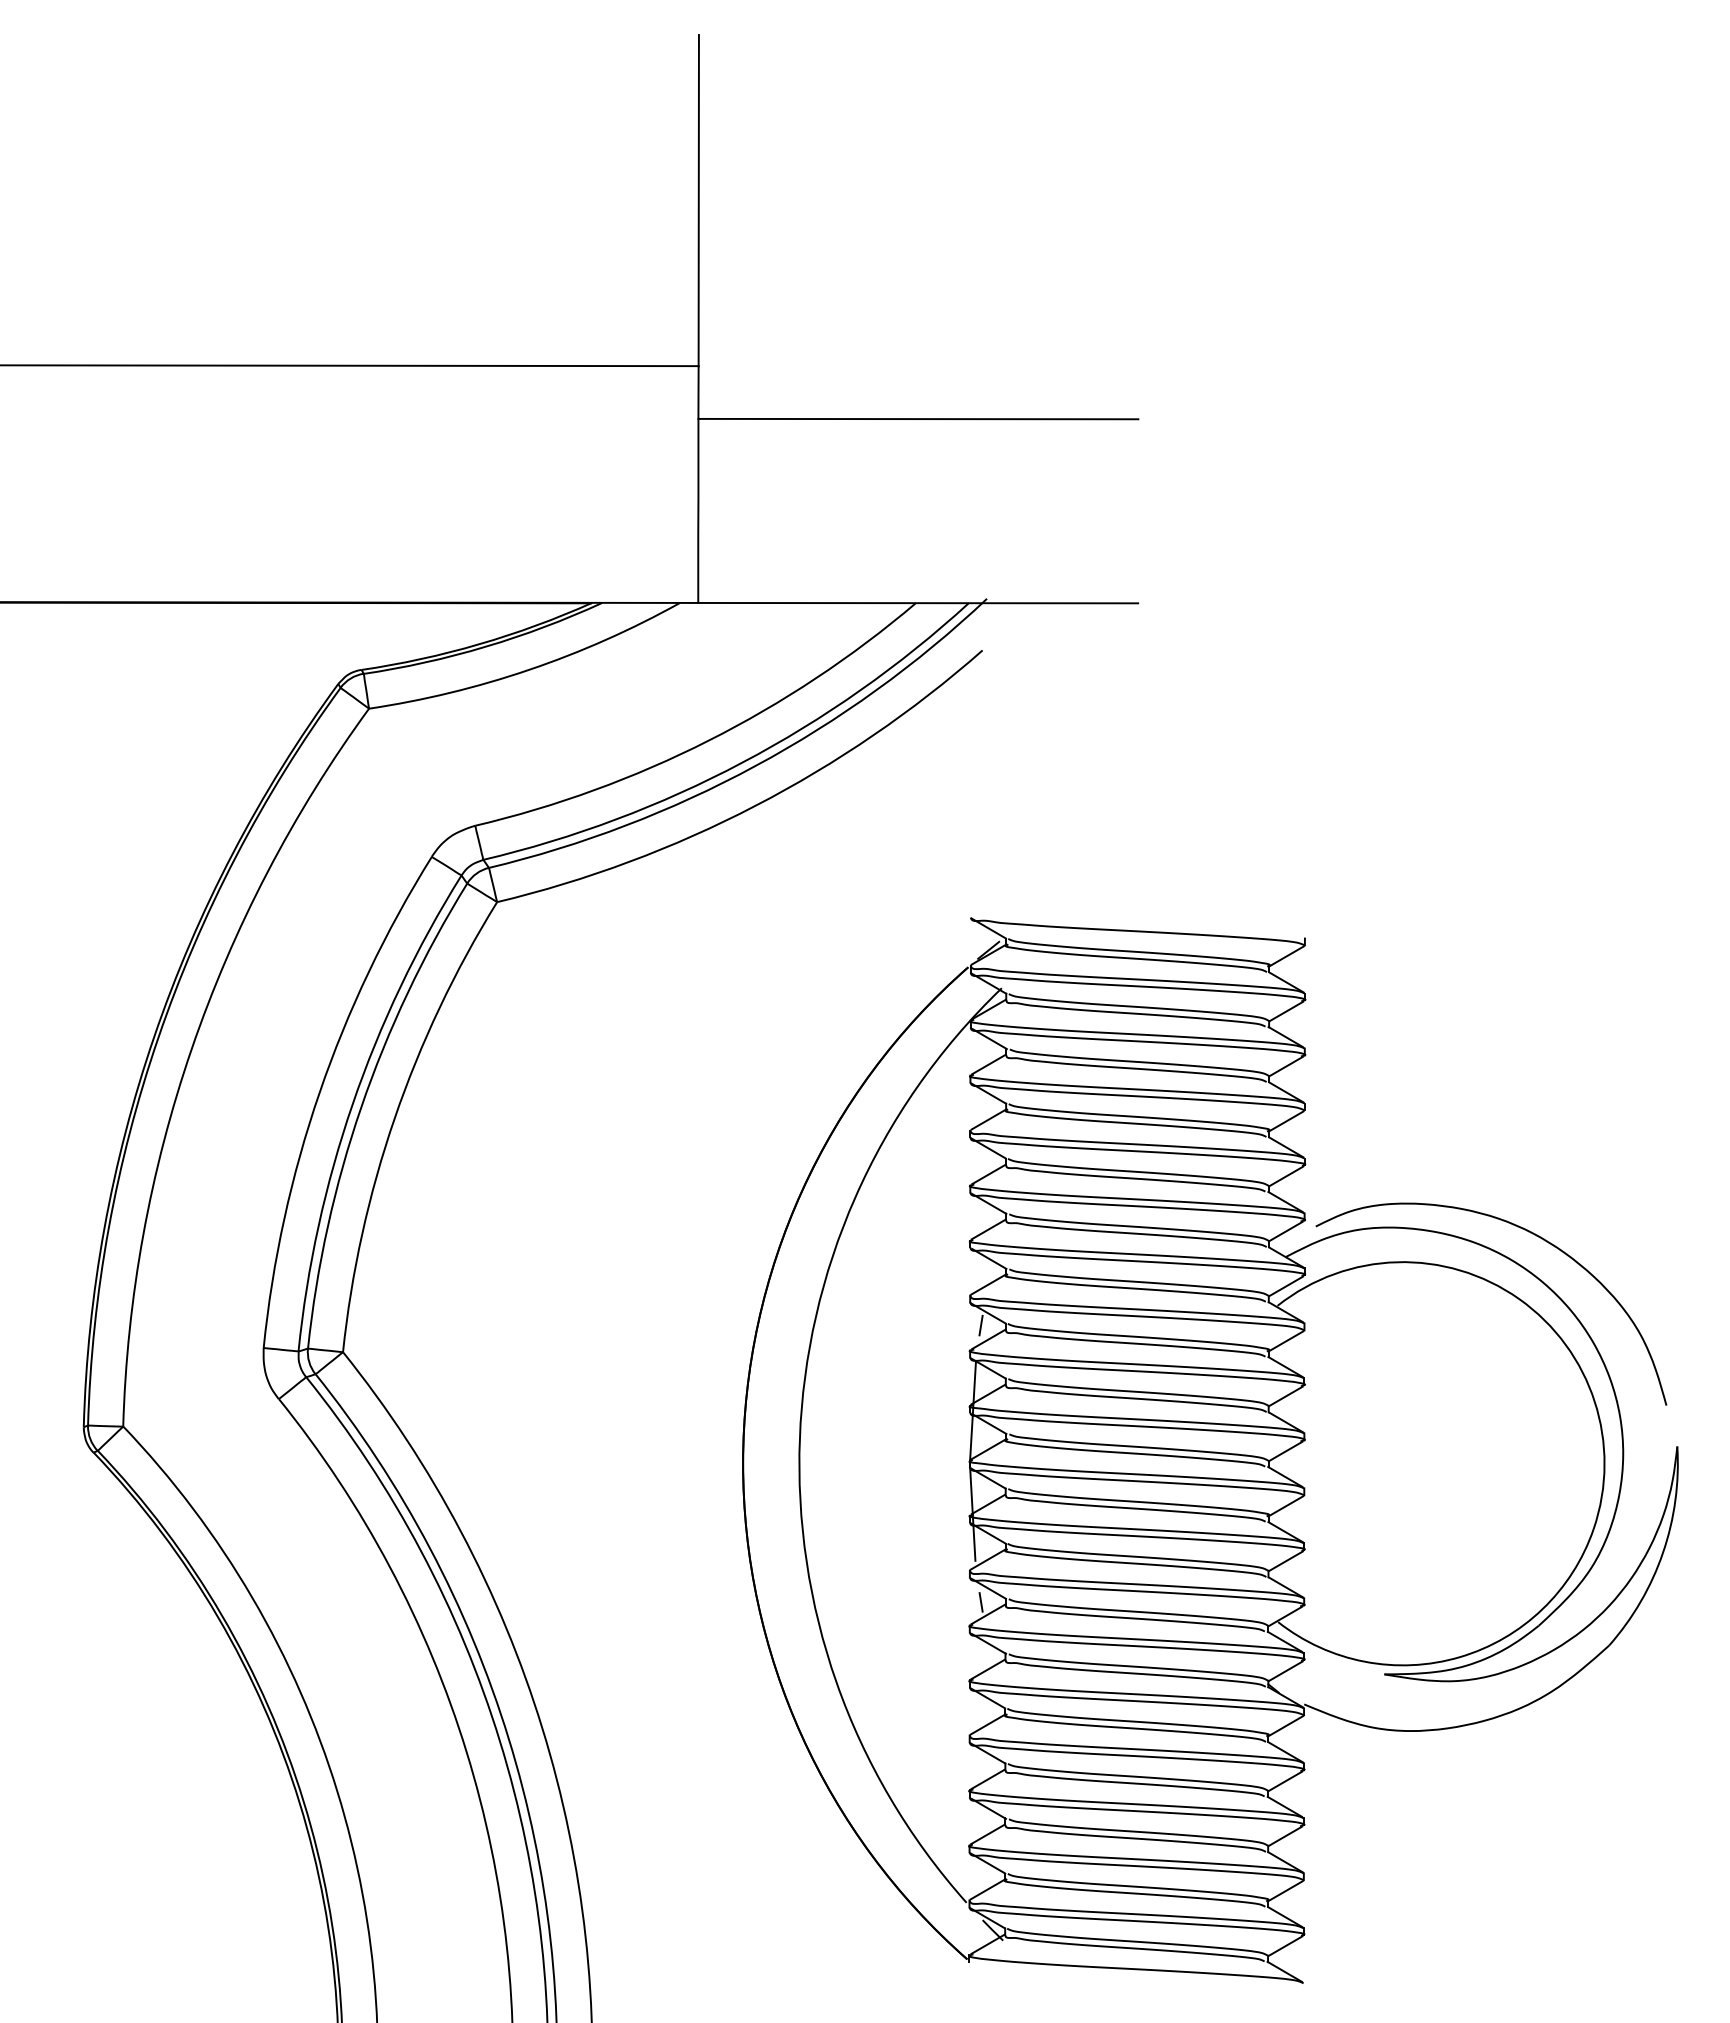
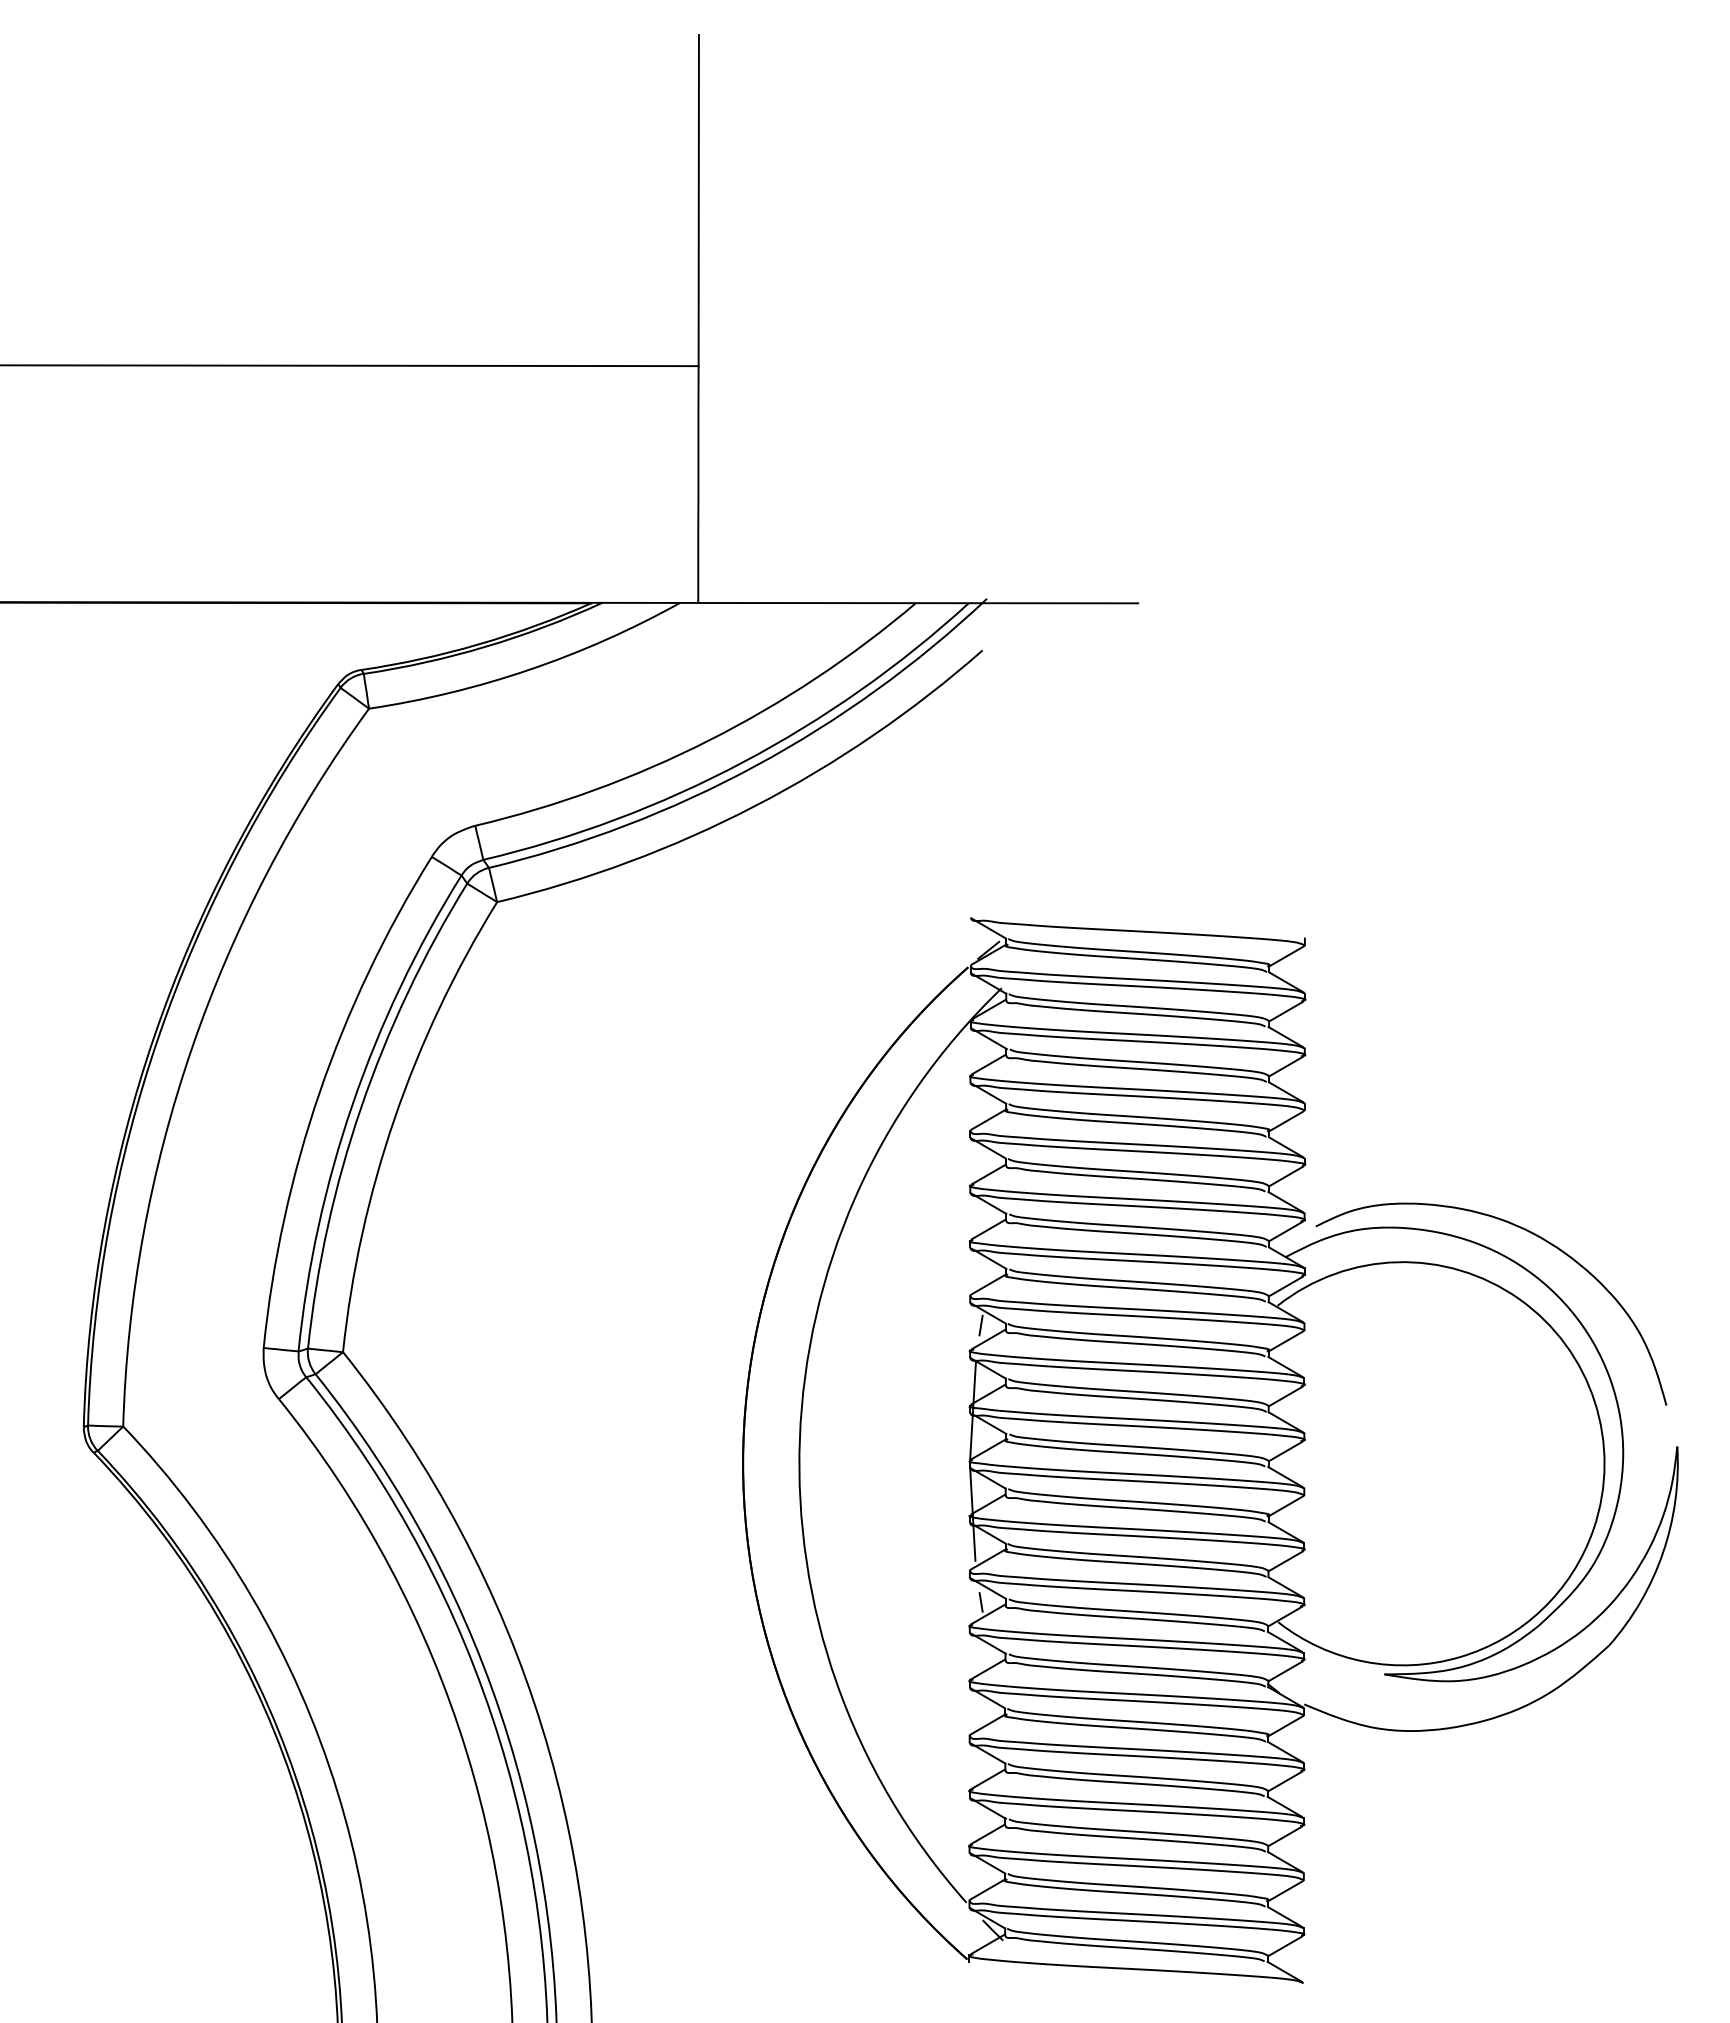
line at (918, 418): present -> none
